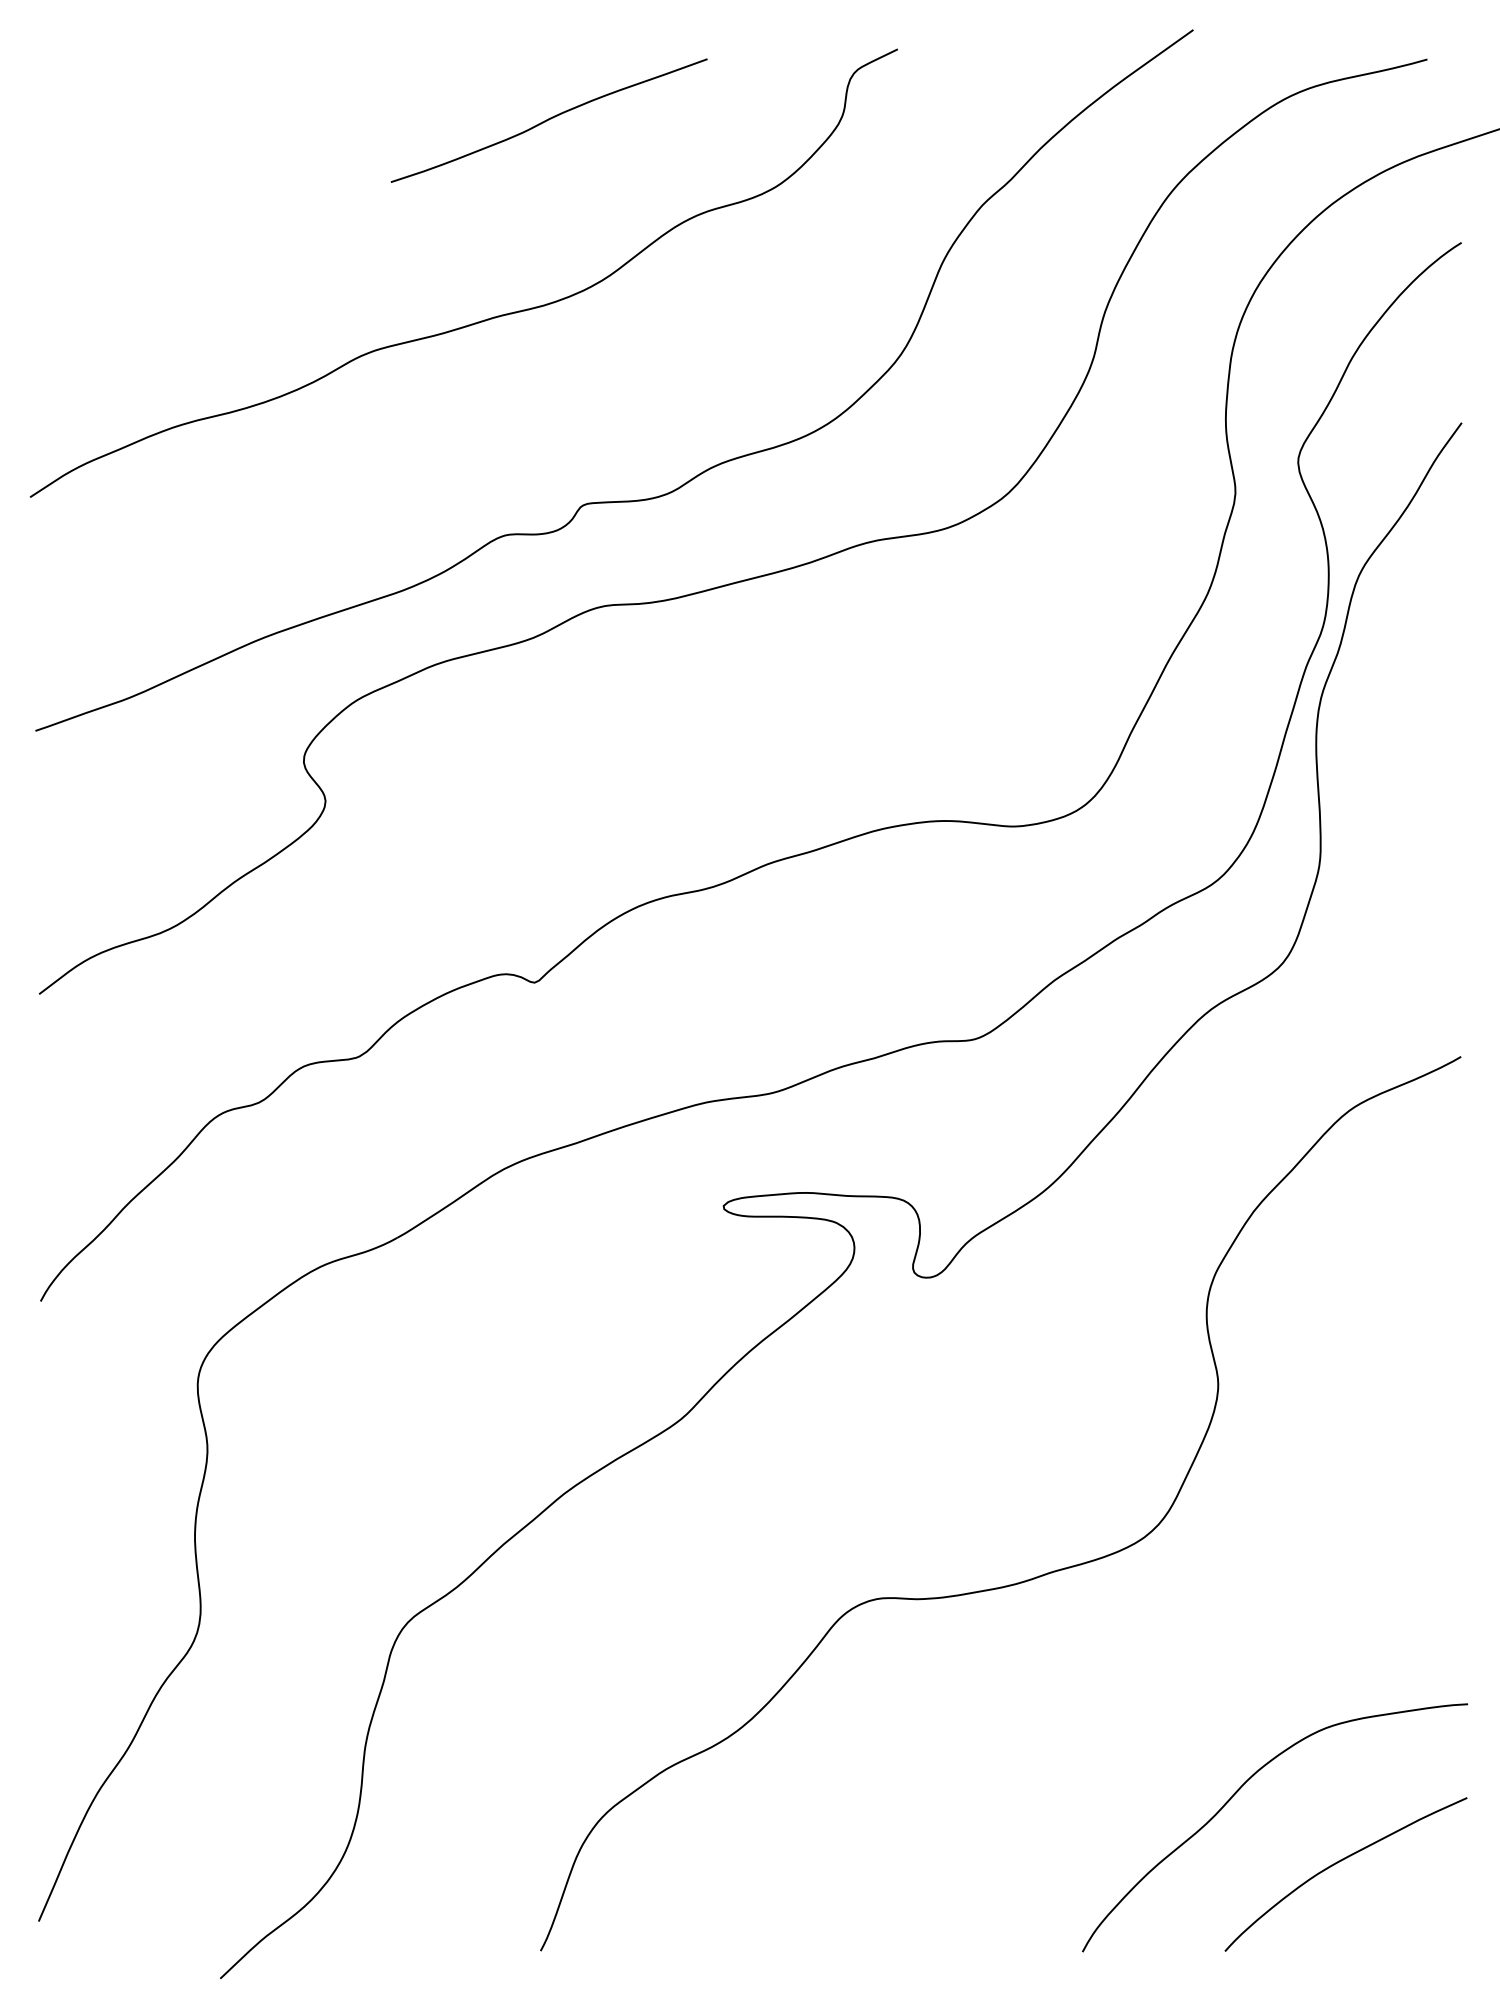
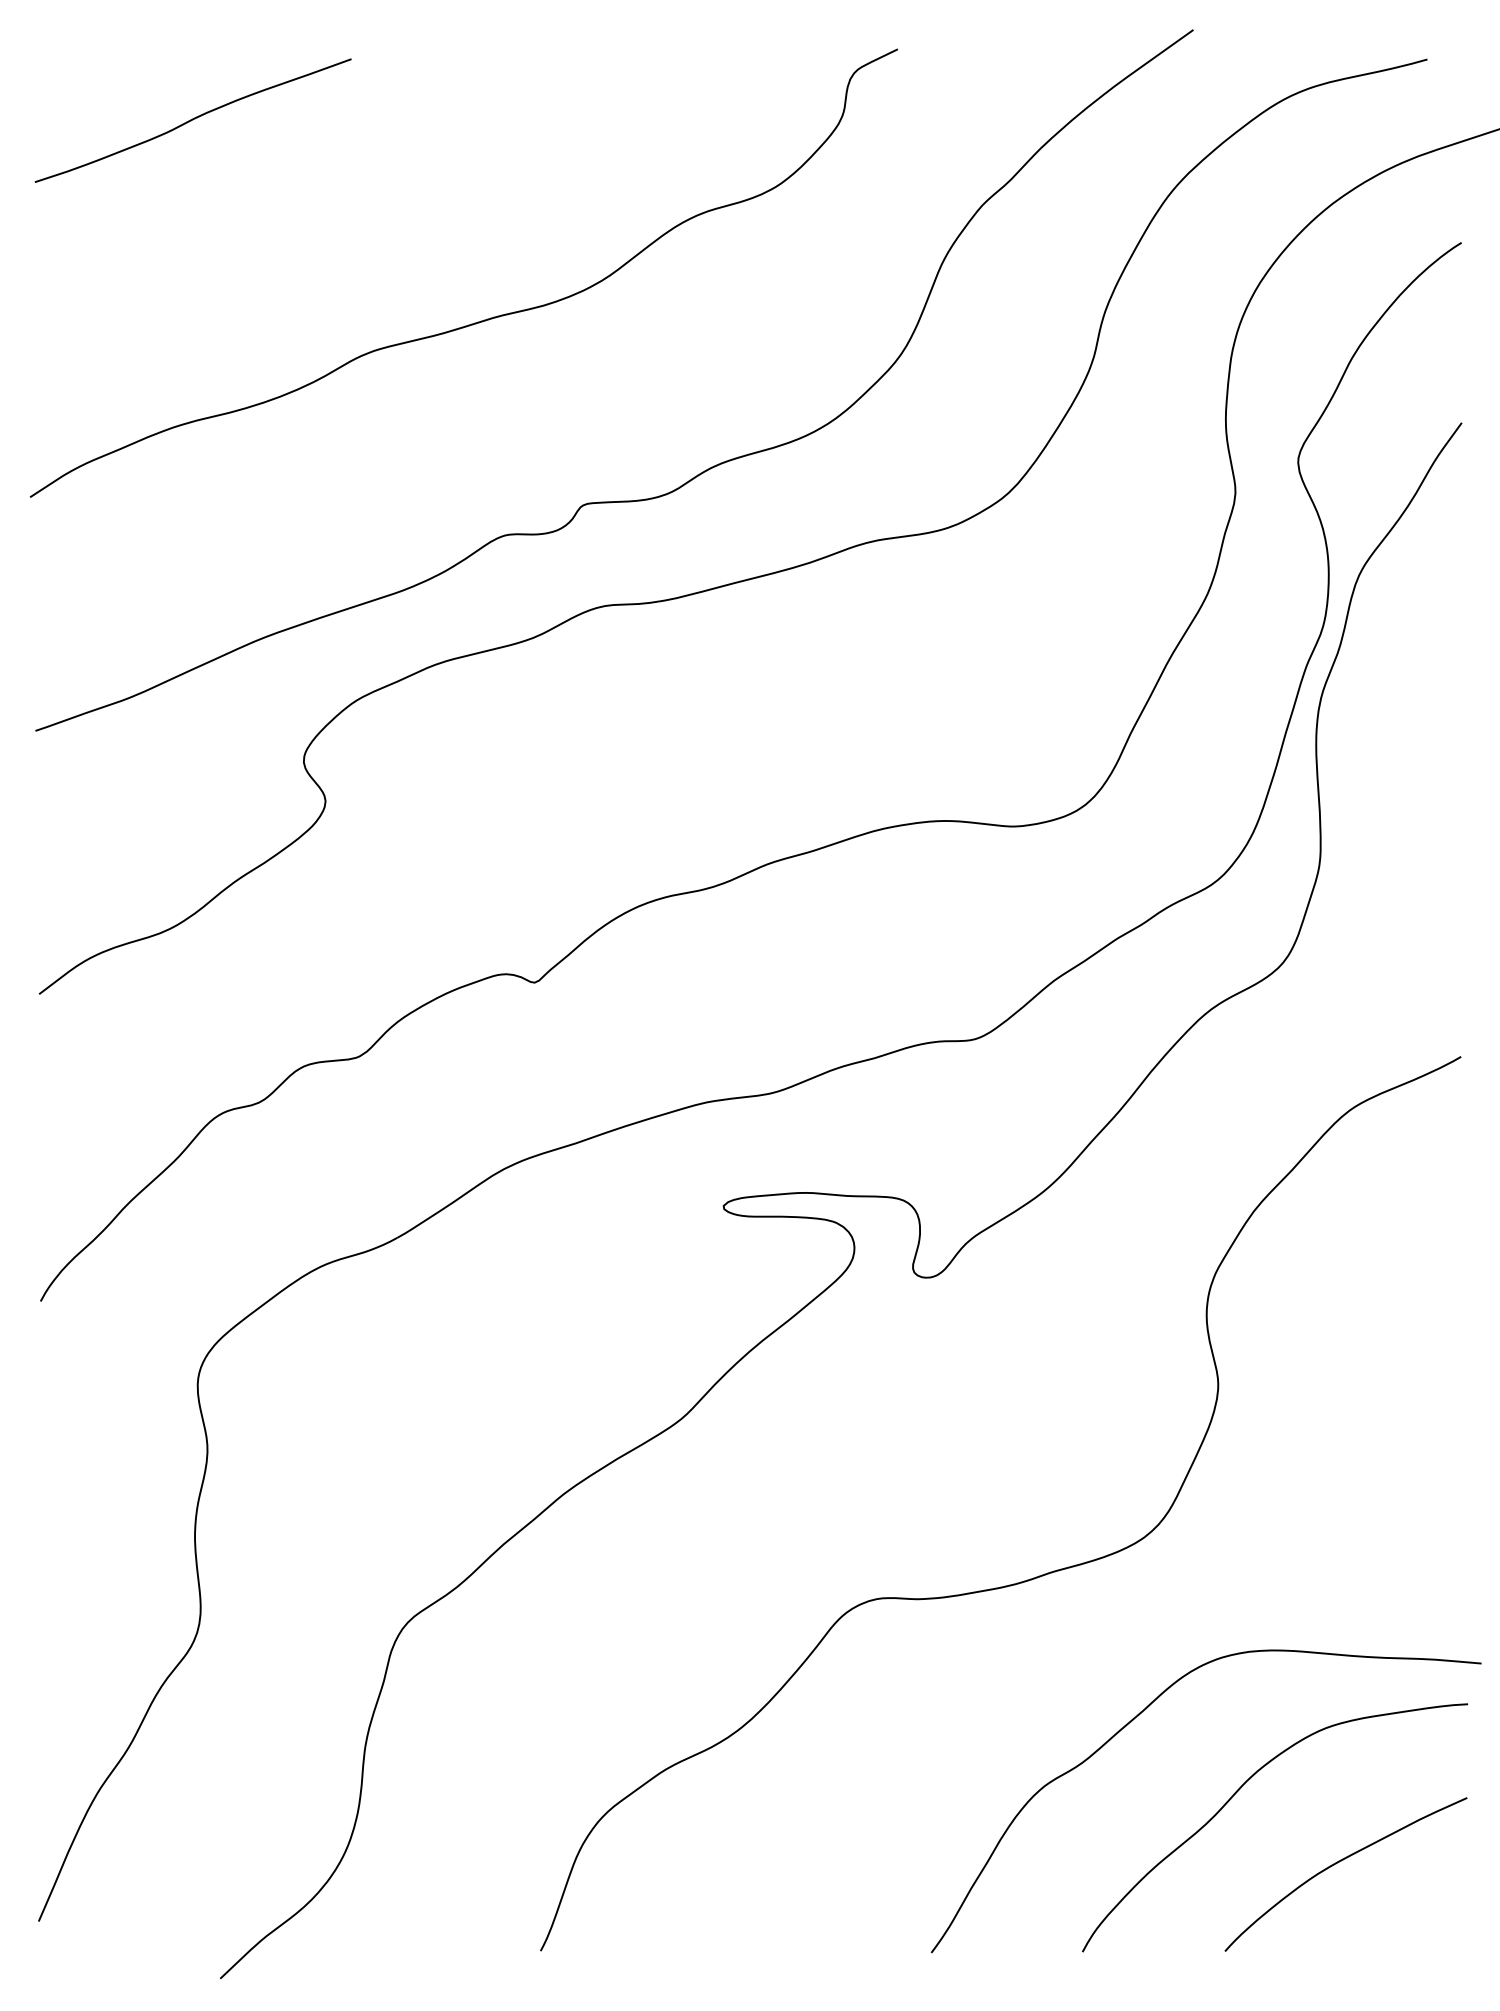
curve at (548, 120) position: (548, 120) -> (192, 120)
curve at (1138, 1716): none -> present
